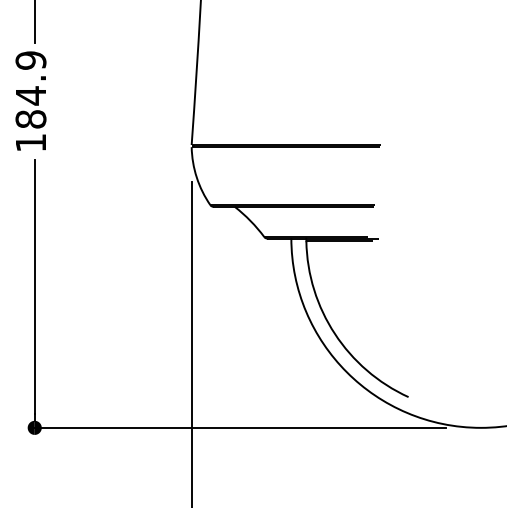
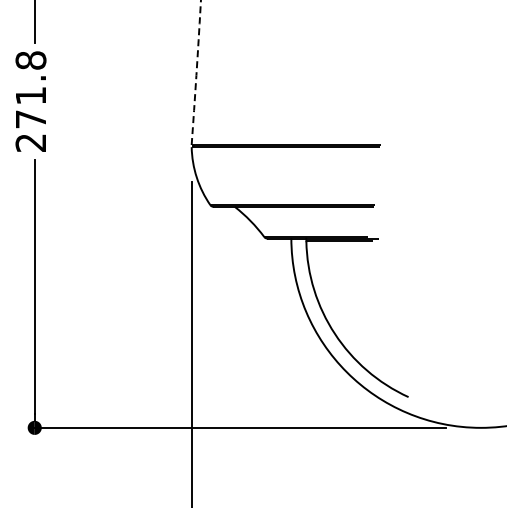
arc at (196, 72): solid -> dashed
text at (30, 101): 184.9 -> 271.8
